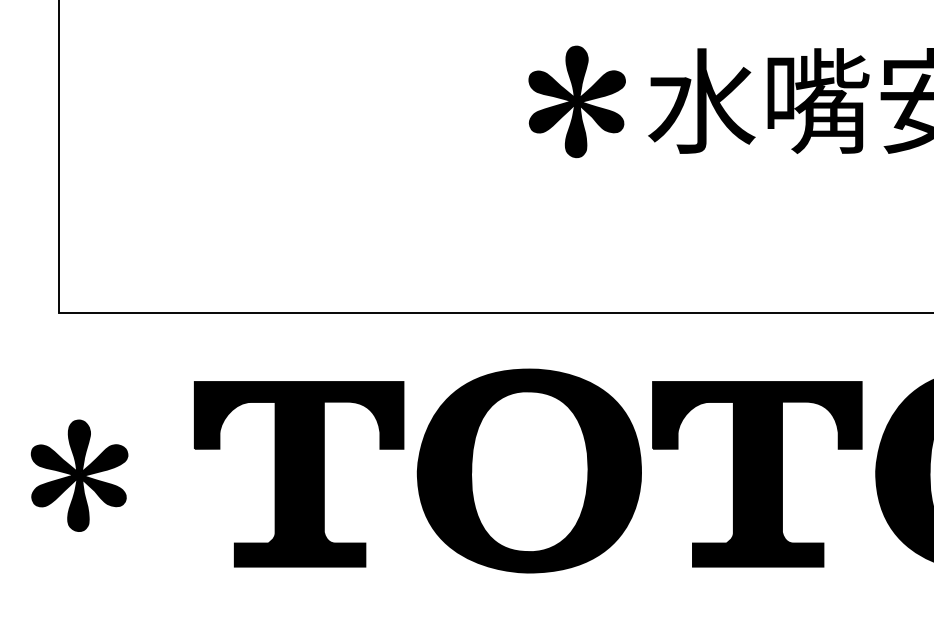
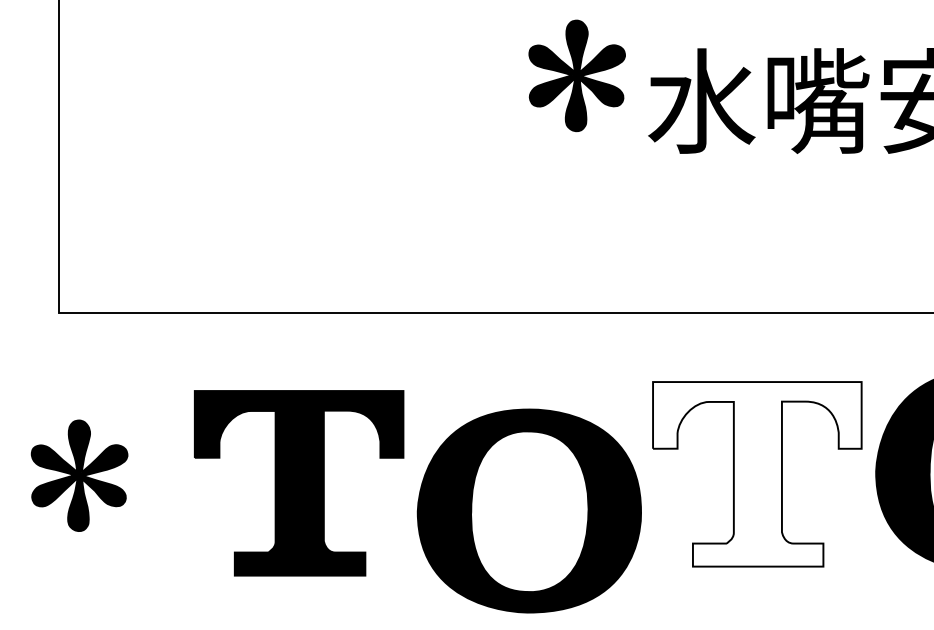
part at (576, 101) position: (576, 101) -> (576, 75)
part at (528, 470) position: (528, 470) -> (528, 510)
part at (299, 474) position: (299, 474) -> (299, 483)
fill at (757, 474): present -> none
